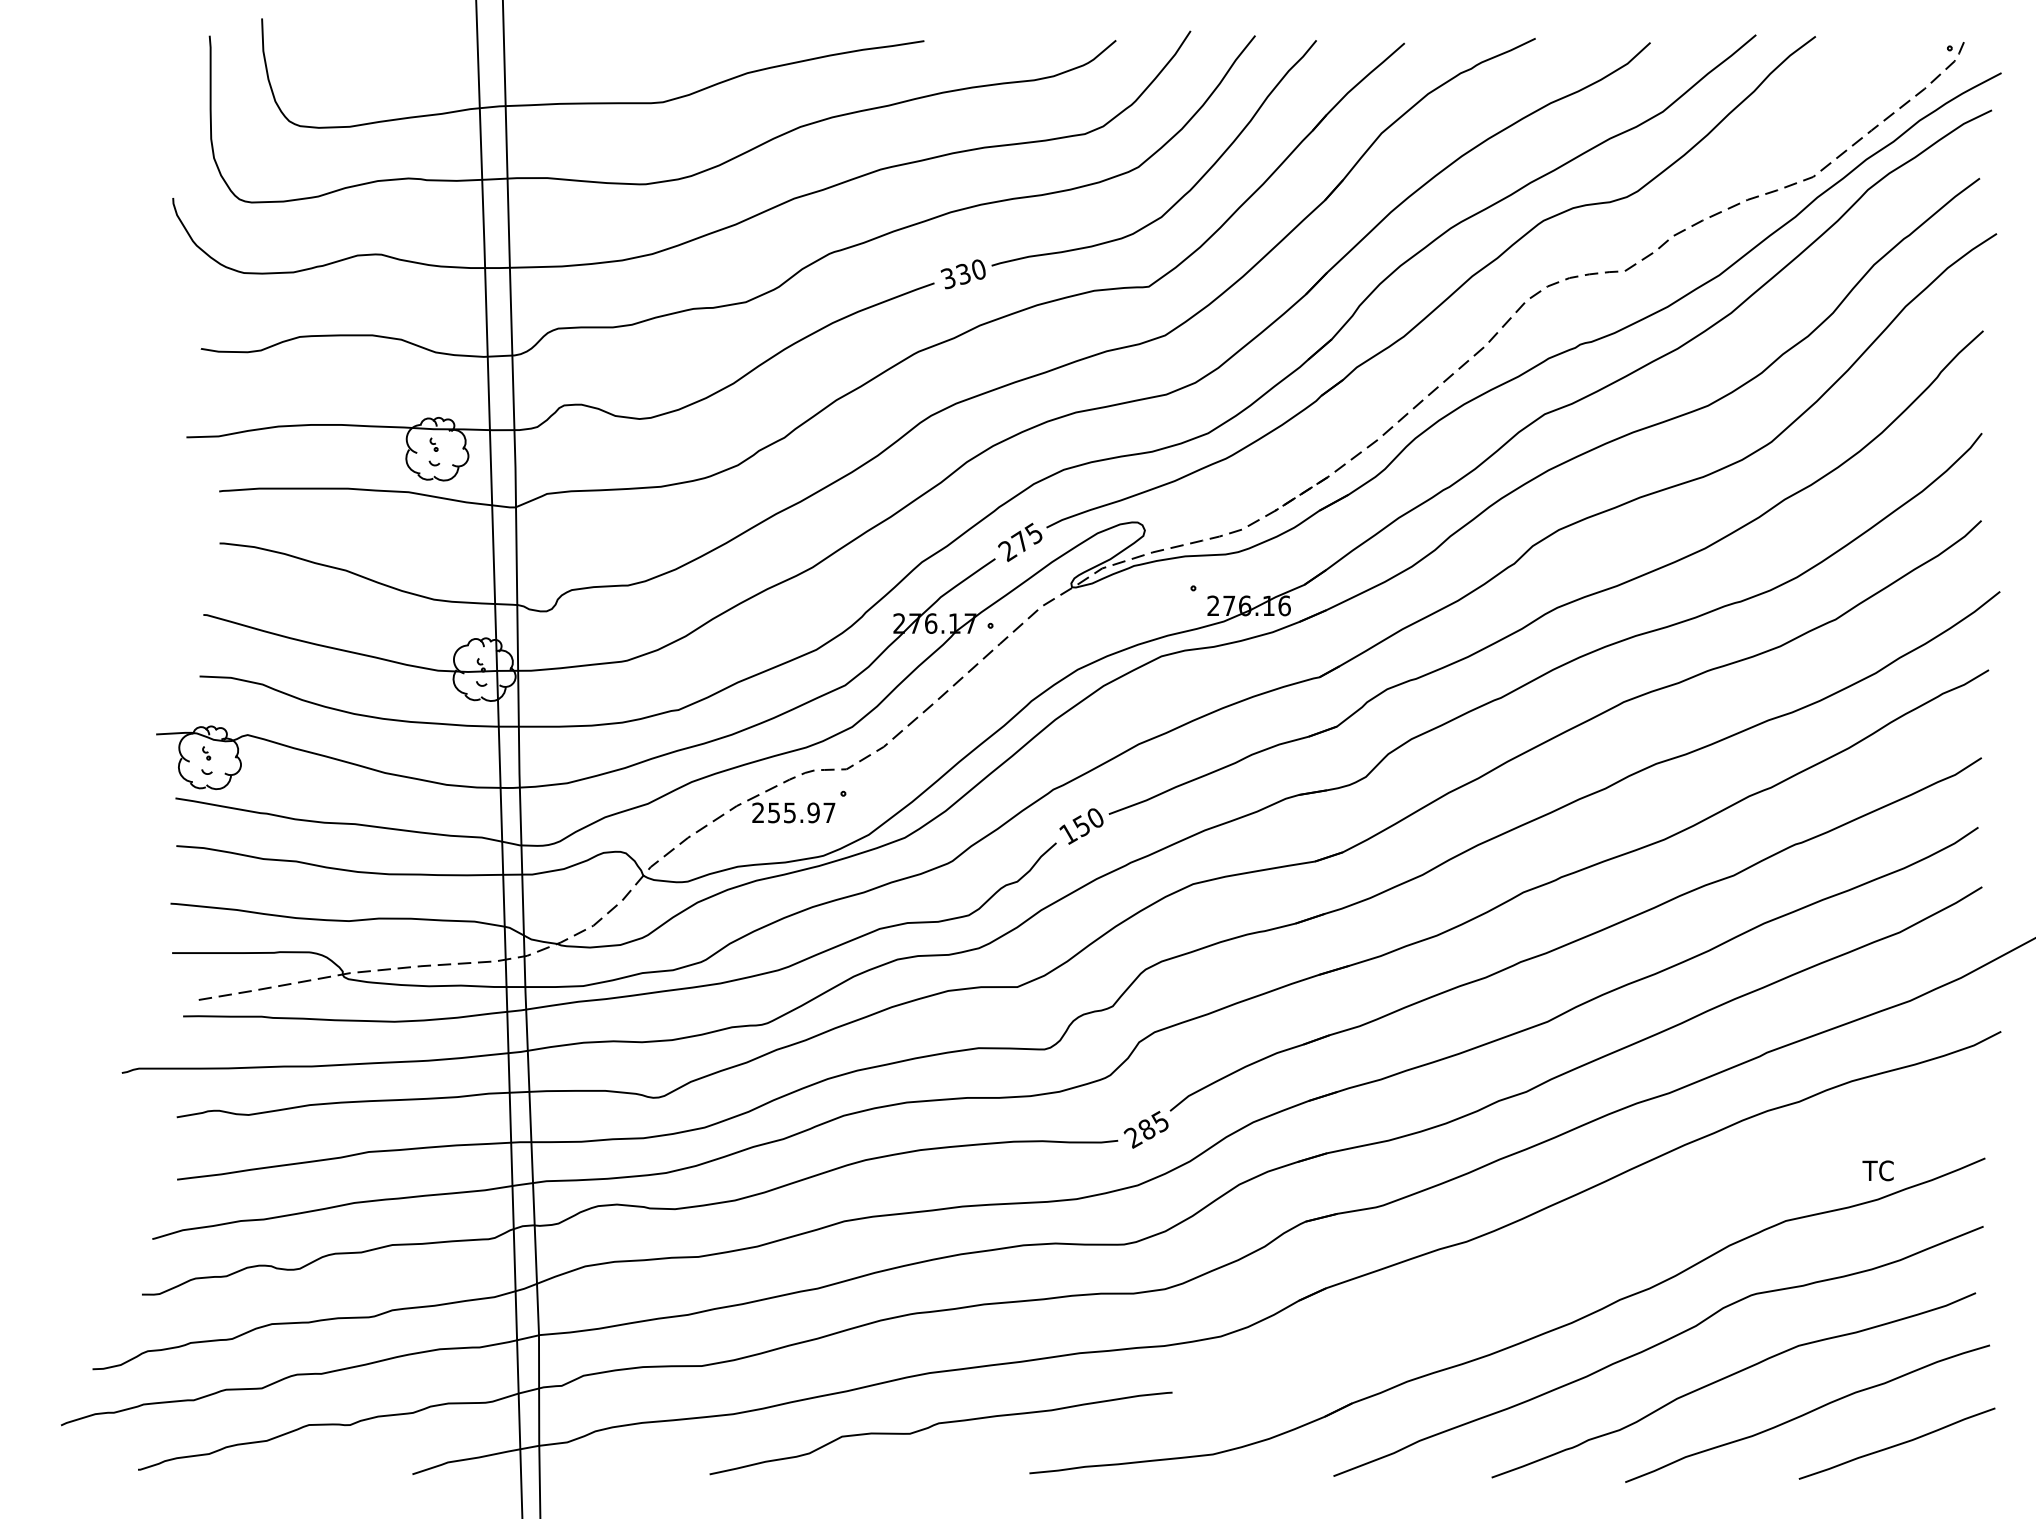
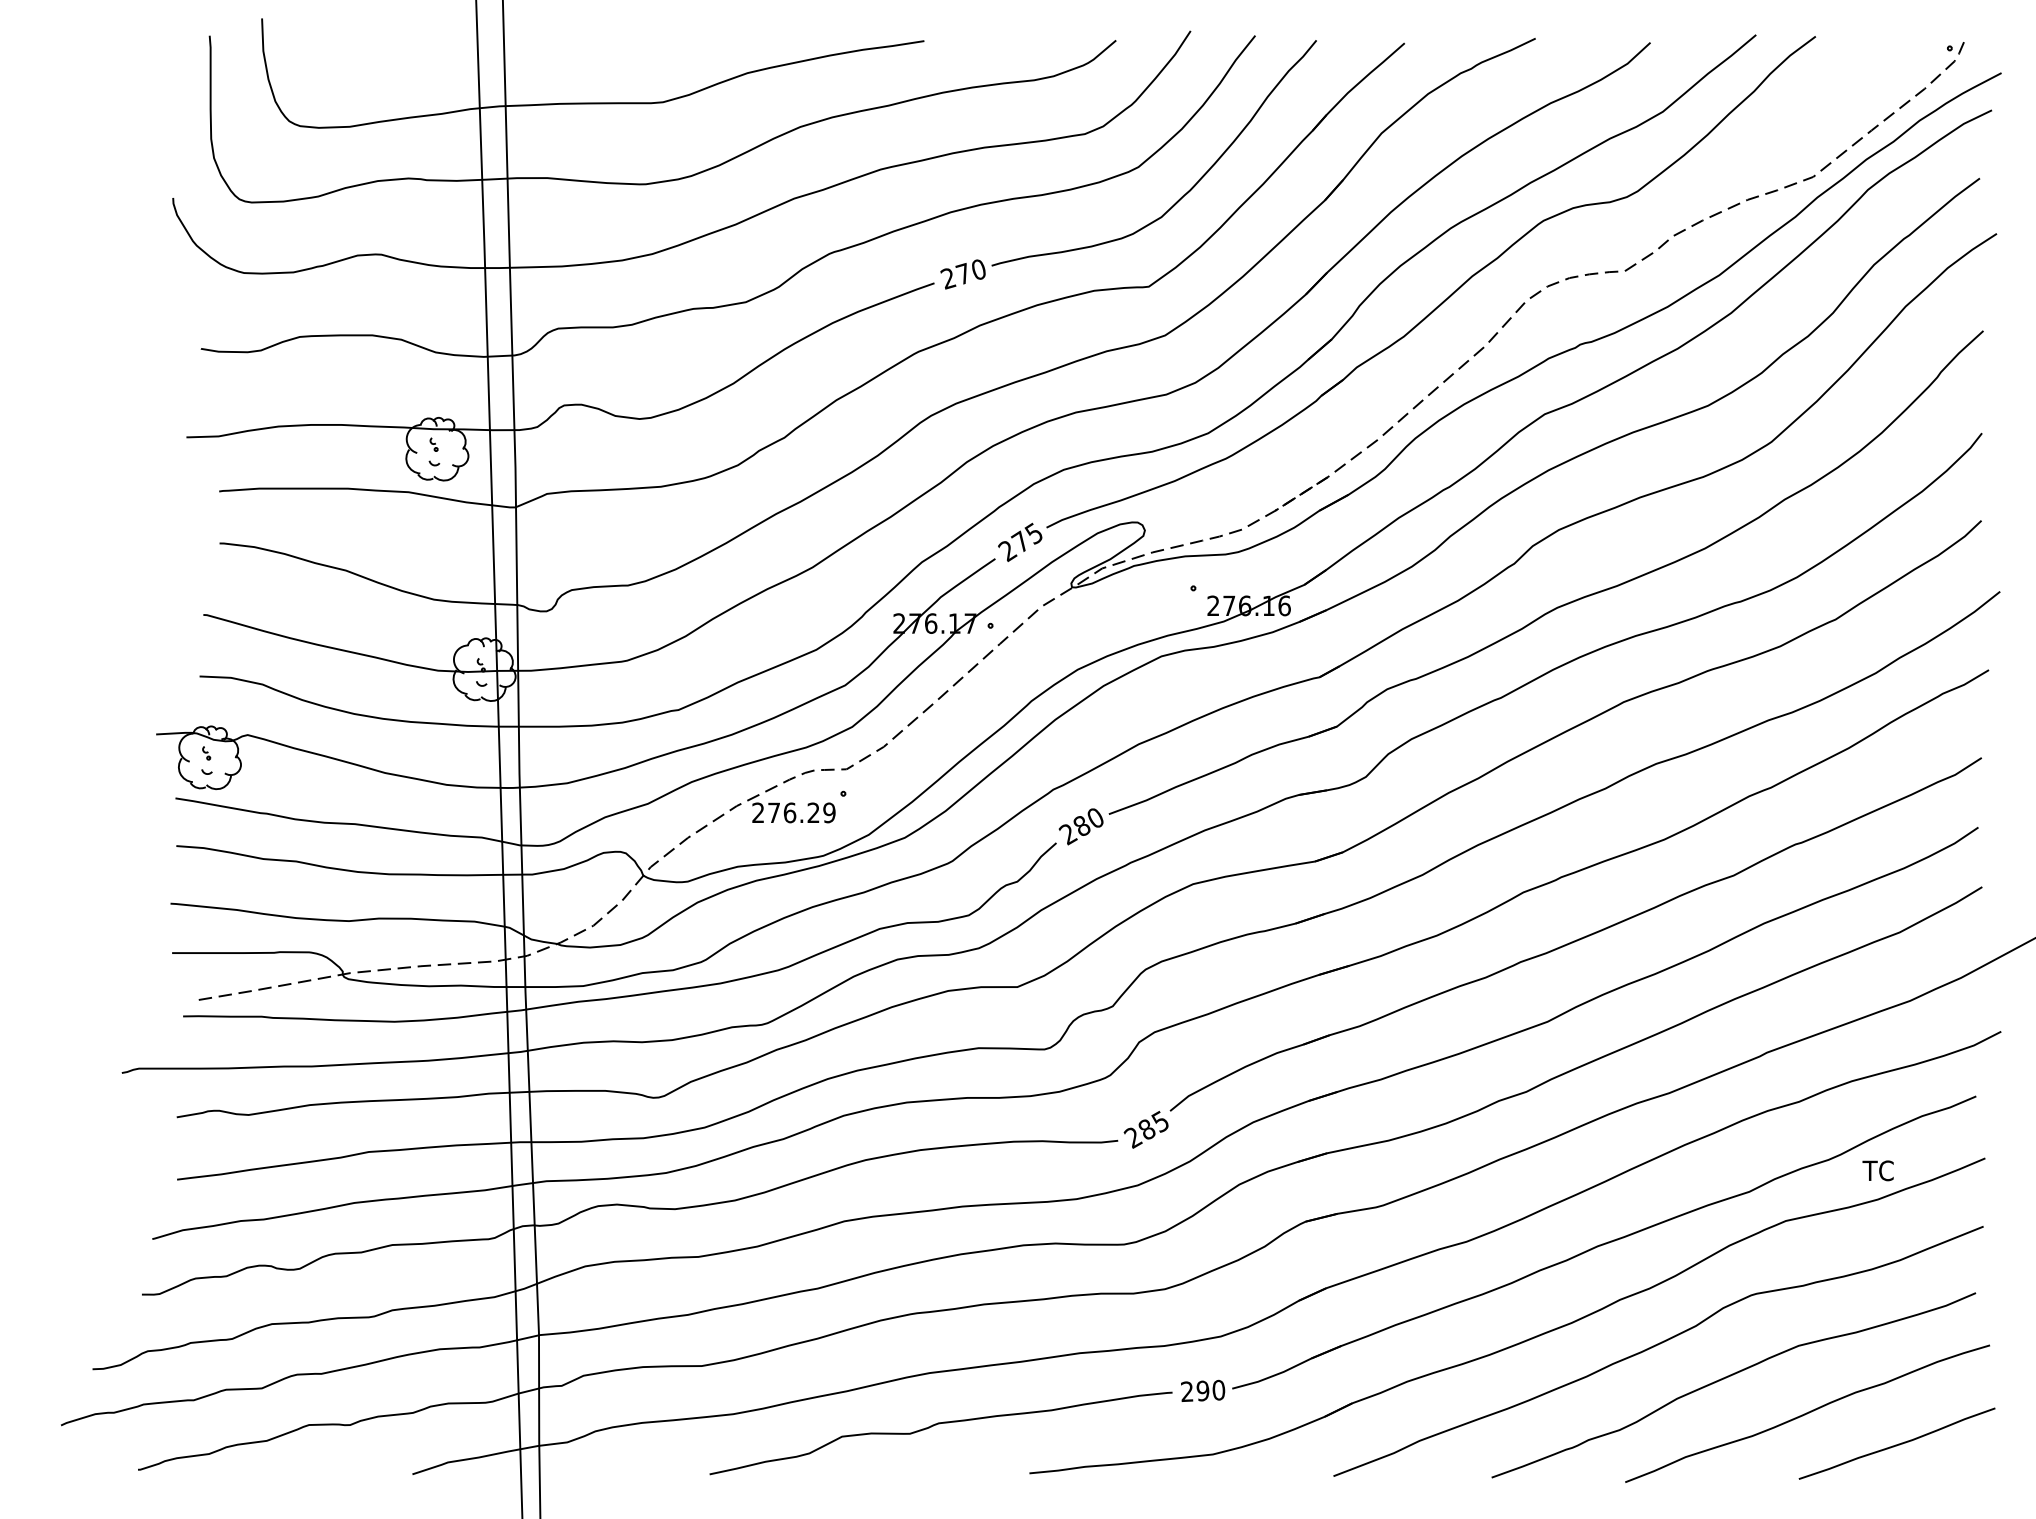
text at (955, 276): 330 -> 270
text at (801, 812): 255.97 -> 276.29
text at (1074, 830): 150 -> 280
part at (1578, 1248): none -> present
